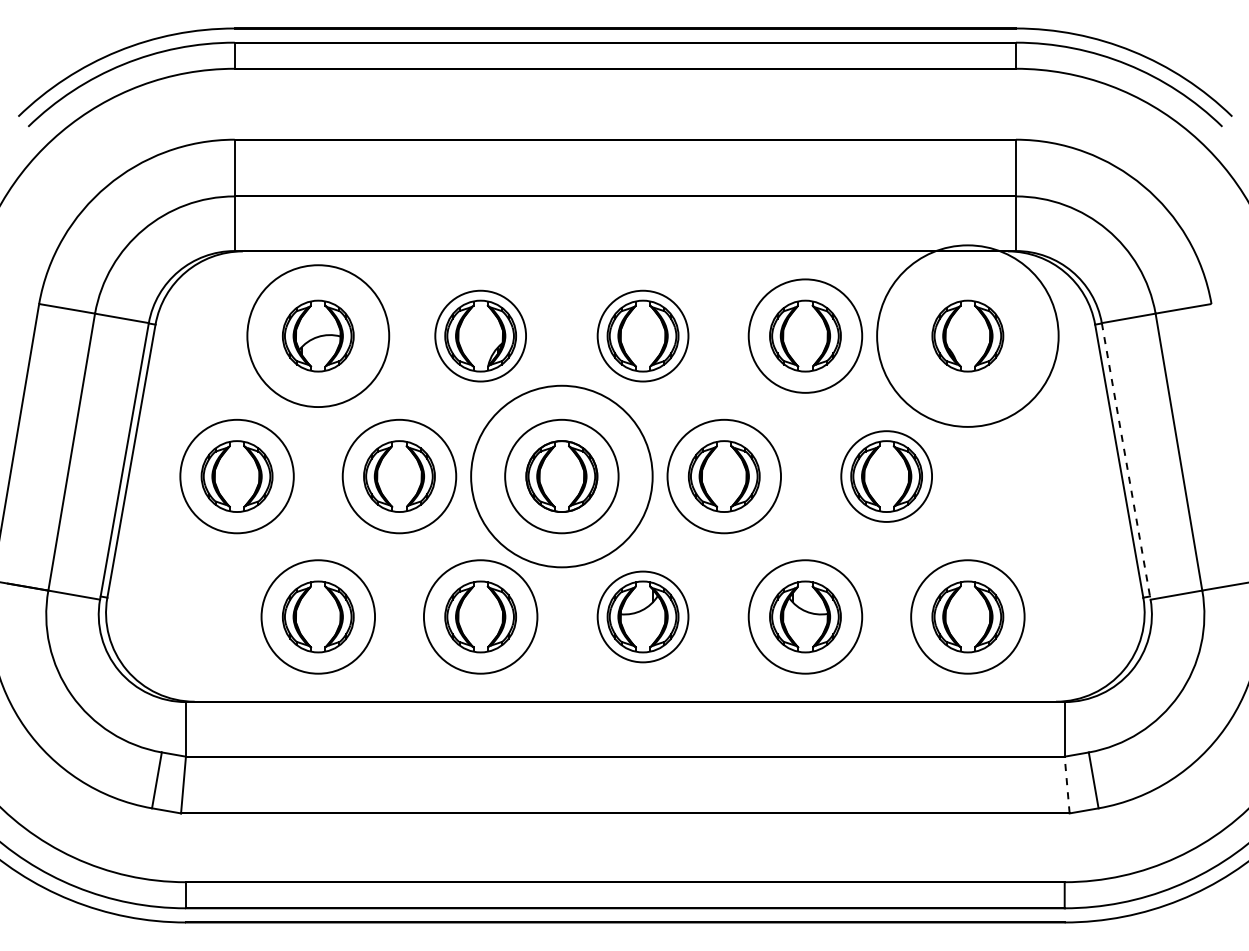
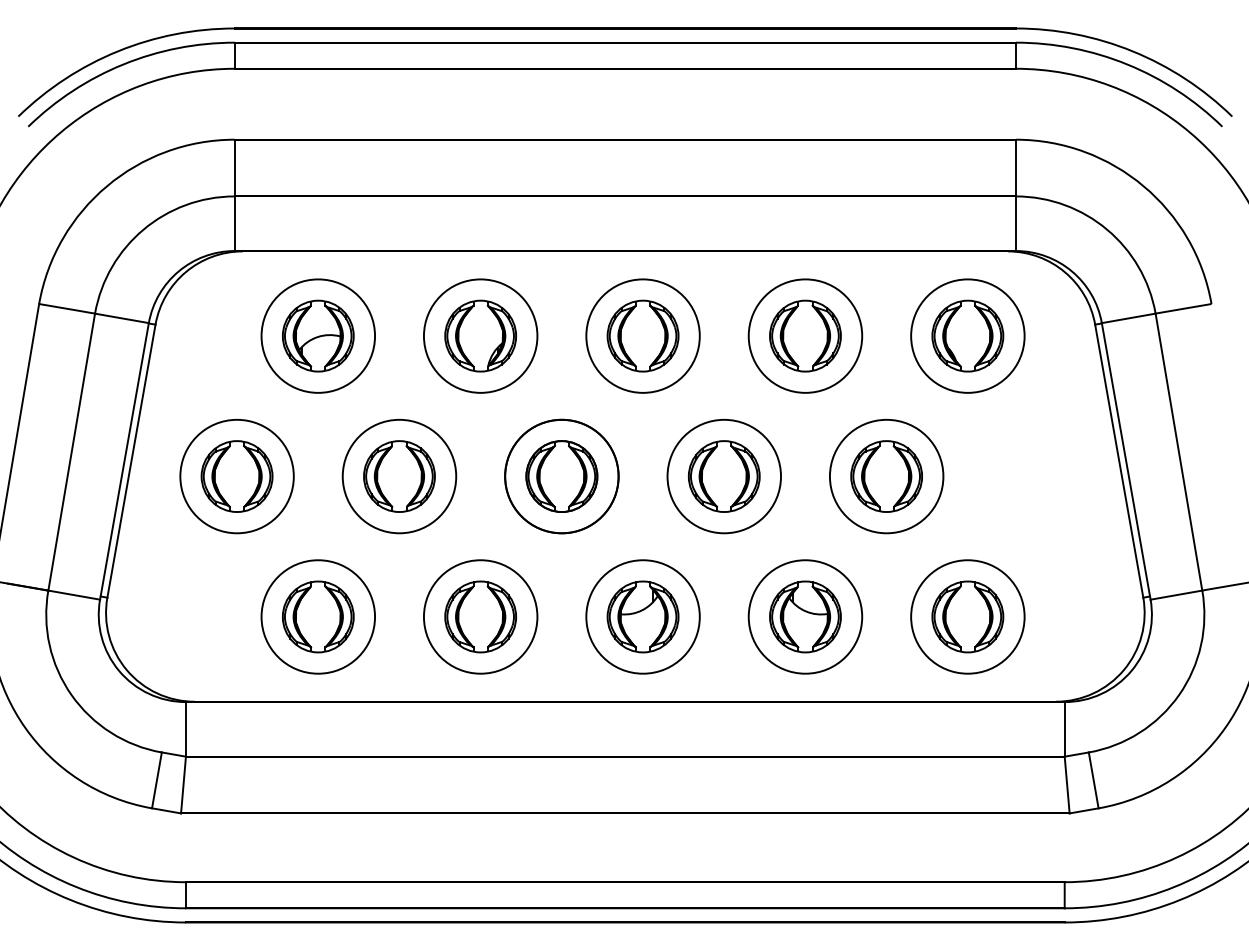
circle at (480, 335) diameter: 91 px -> 113 px
circle at (642, 335) diameter: 91 px -> 113 px
circle at (967, 335) diameter: 182 px -> 113 px
circle at (318, 336) diameter: 142 px -> 113 px
line at (1126, 461): dashed -> solid
circle at (561, 476) diameter: 182 px -> 113 px
circle at (886, 476) diameter: 91 px -> 113 px
circle at (642, 616) diameter: 91 px -> 113 px
line at (1067, 784): dashed -> solid
